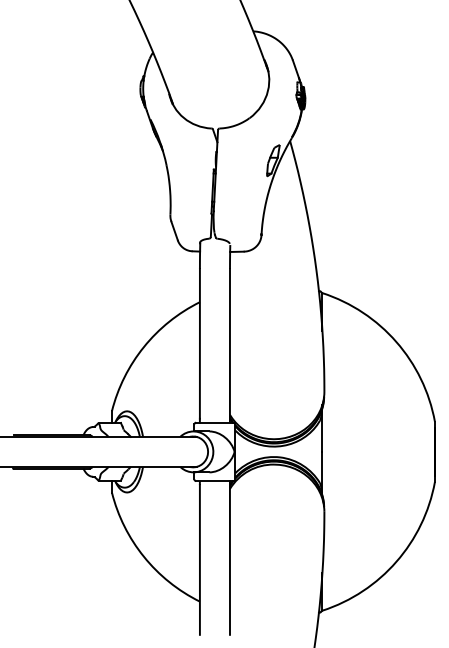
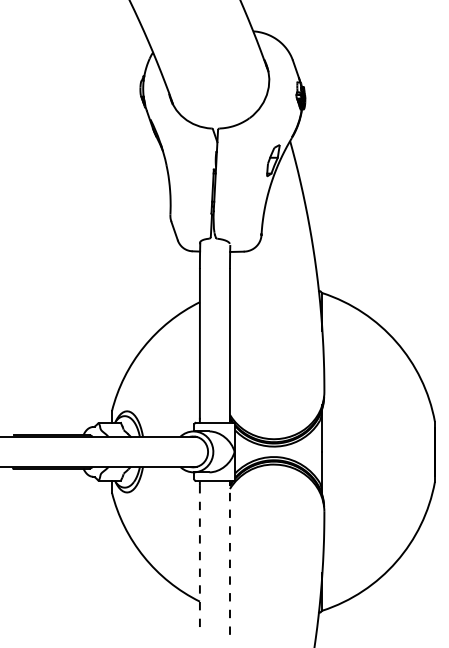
line at (199, 559): solid -> dashed
line at (229, 559): solid -> dashed
